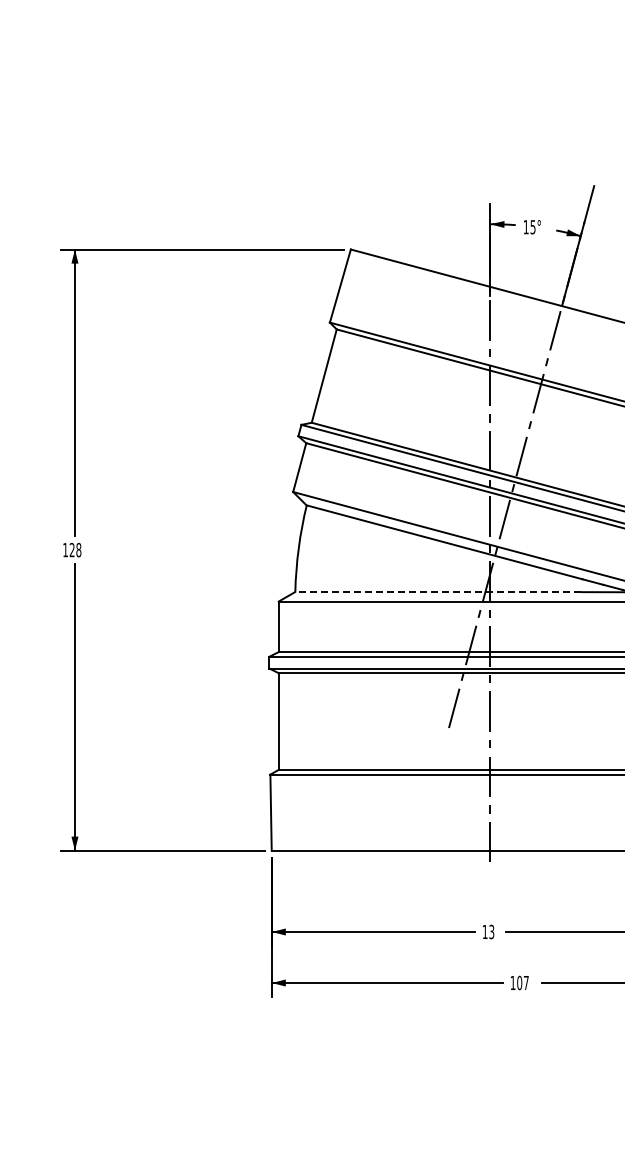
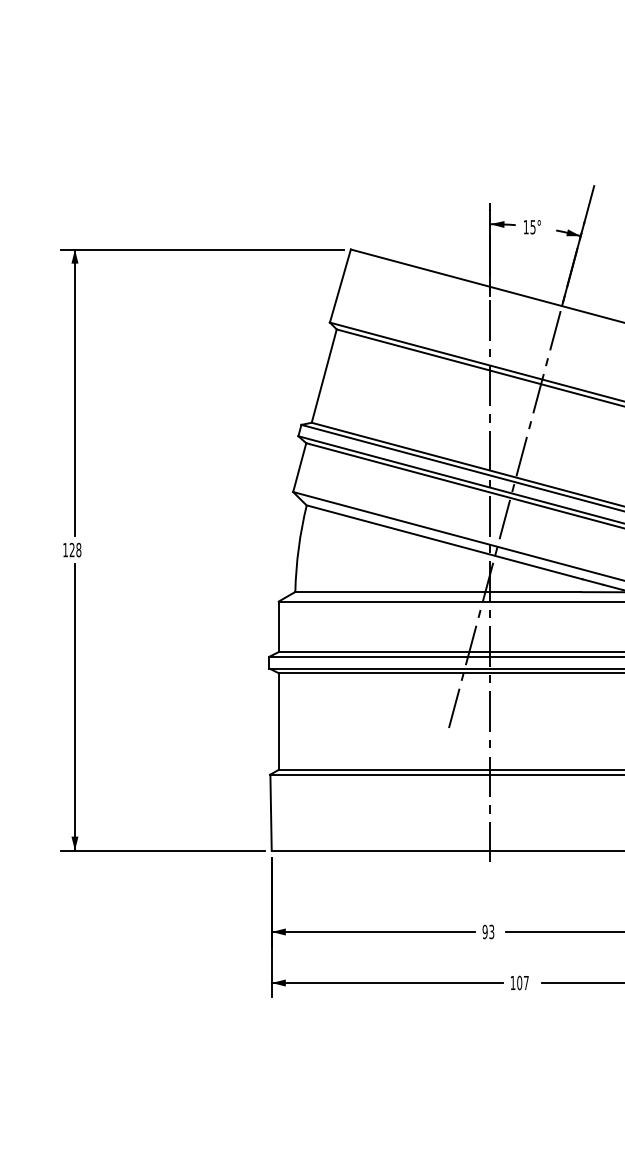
line at (437, 592): dashed -> solid
text at (484, 931): 13 -> 93
